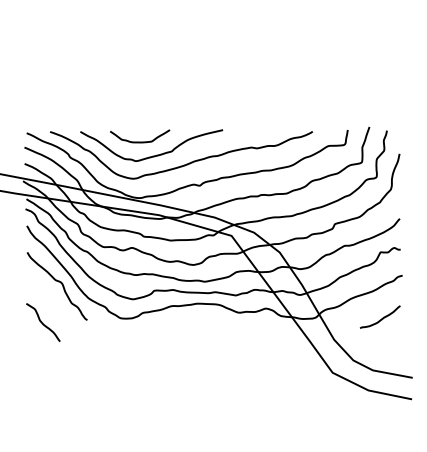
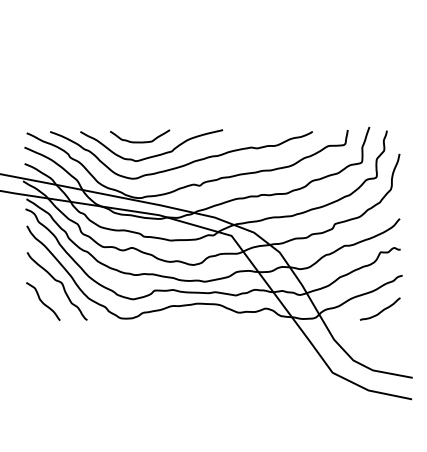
curve at (381, 318) position: (381, 318) -> (381, 310)
curve at (42, 322) position: (42, 322) -> (42, 301)
